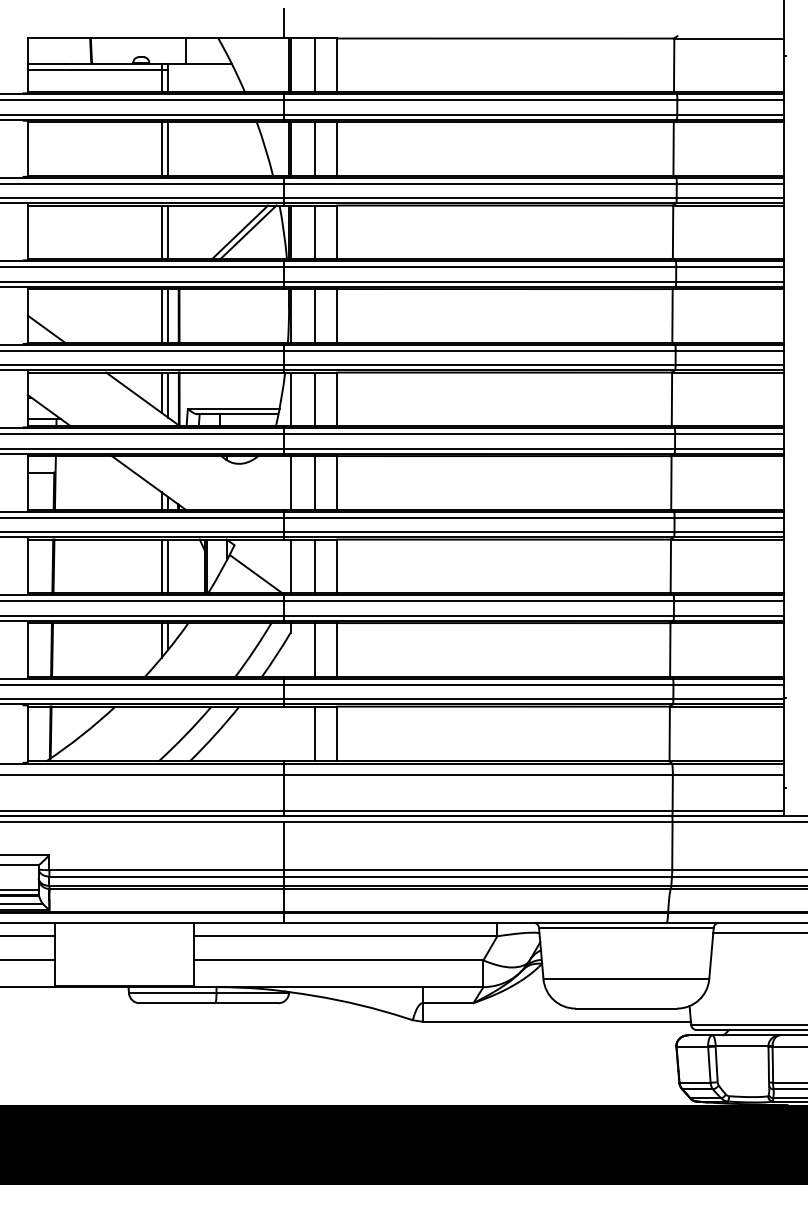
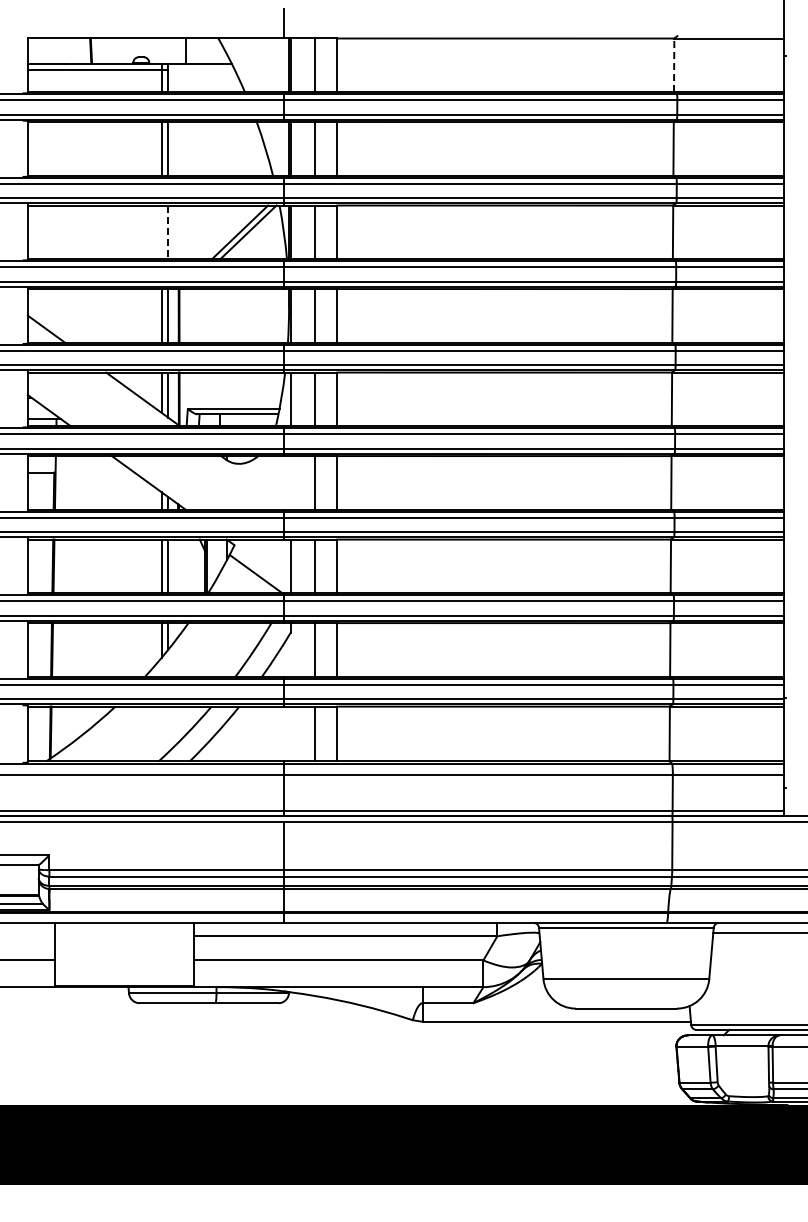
line at (674, 65): solid -> dashed
line at (161, 232): present -> none
line at (168, 232): solid -> dashed
line at (290, 482): present -> none
line at (20, 889): present -> none
line at (28, 936): present -> none
